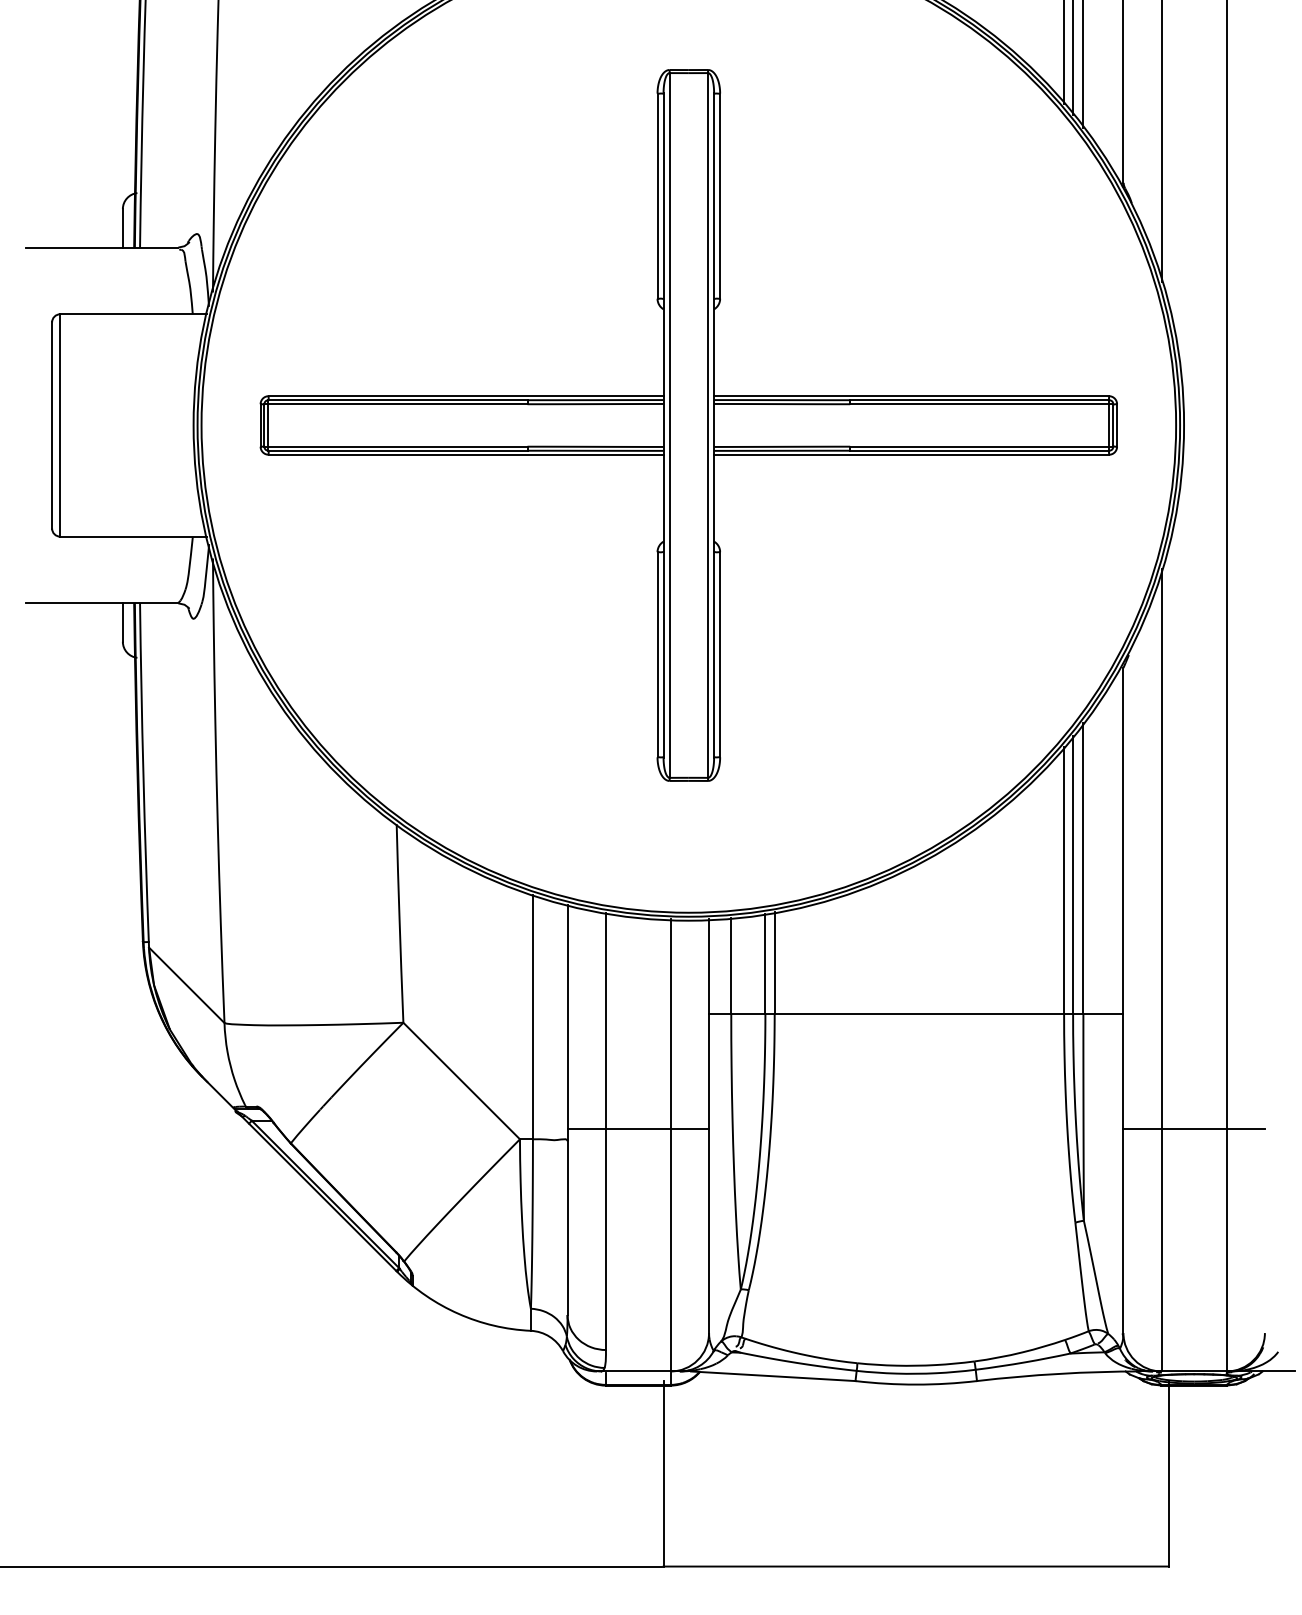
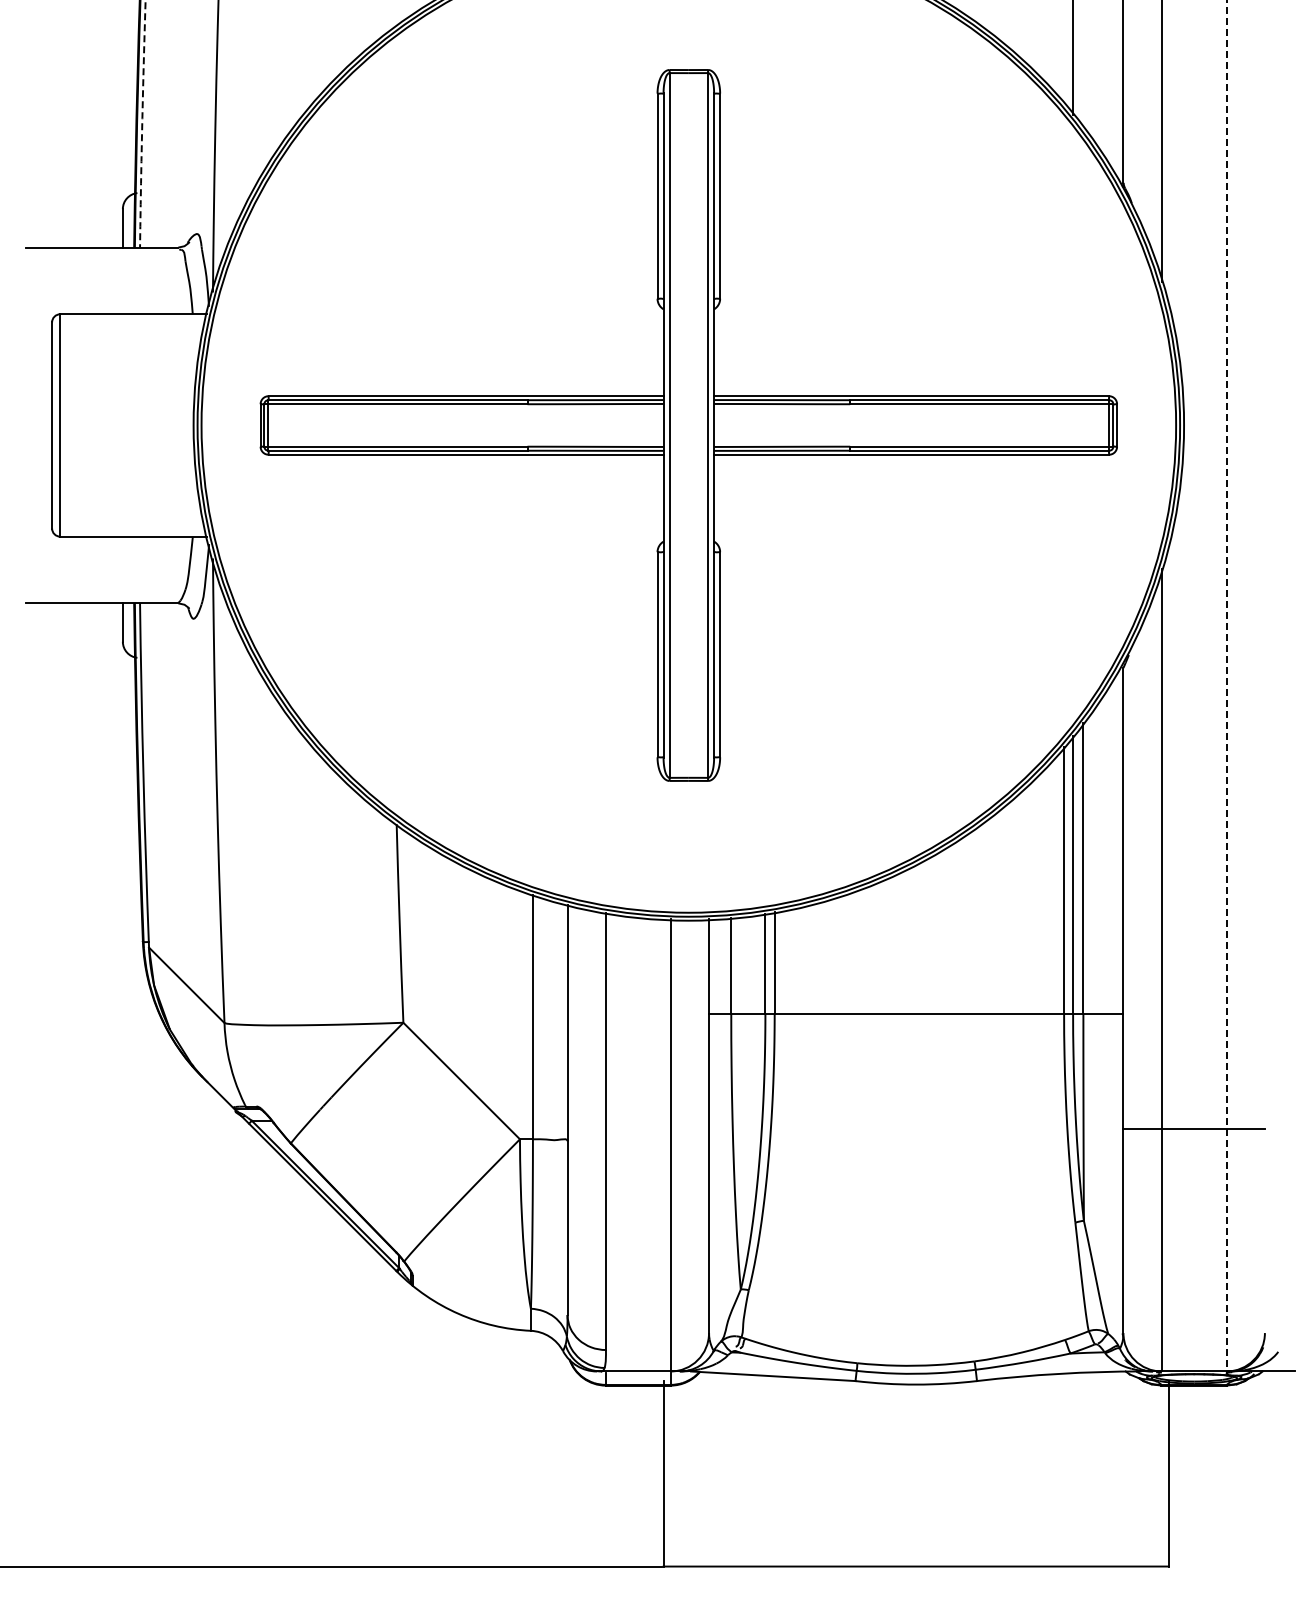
line at (1064, 52): present -> none
line at (1083, 64): present -> none
arc at (142, 124): solid -> dashed
line at (1226, 686): solid -> dashed
line at (638, 1128): present -> none
